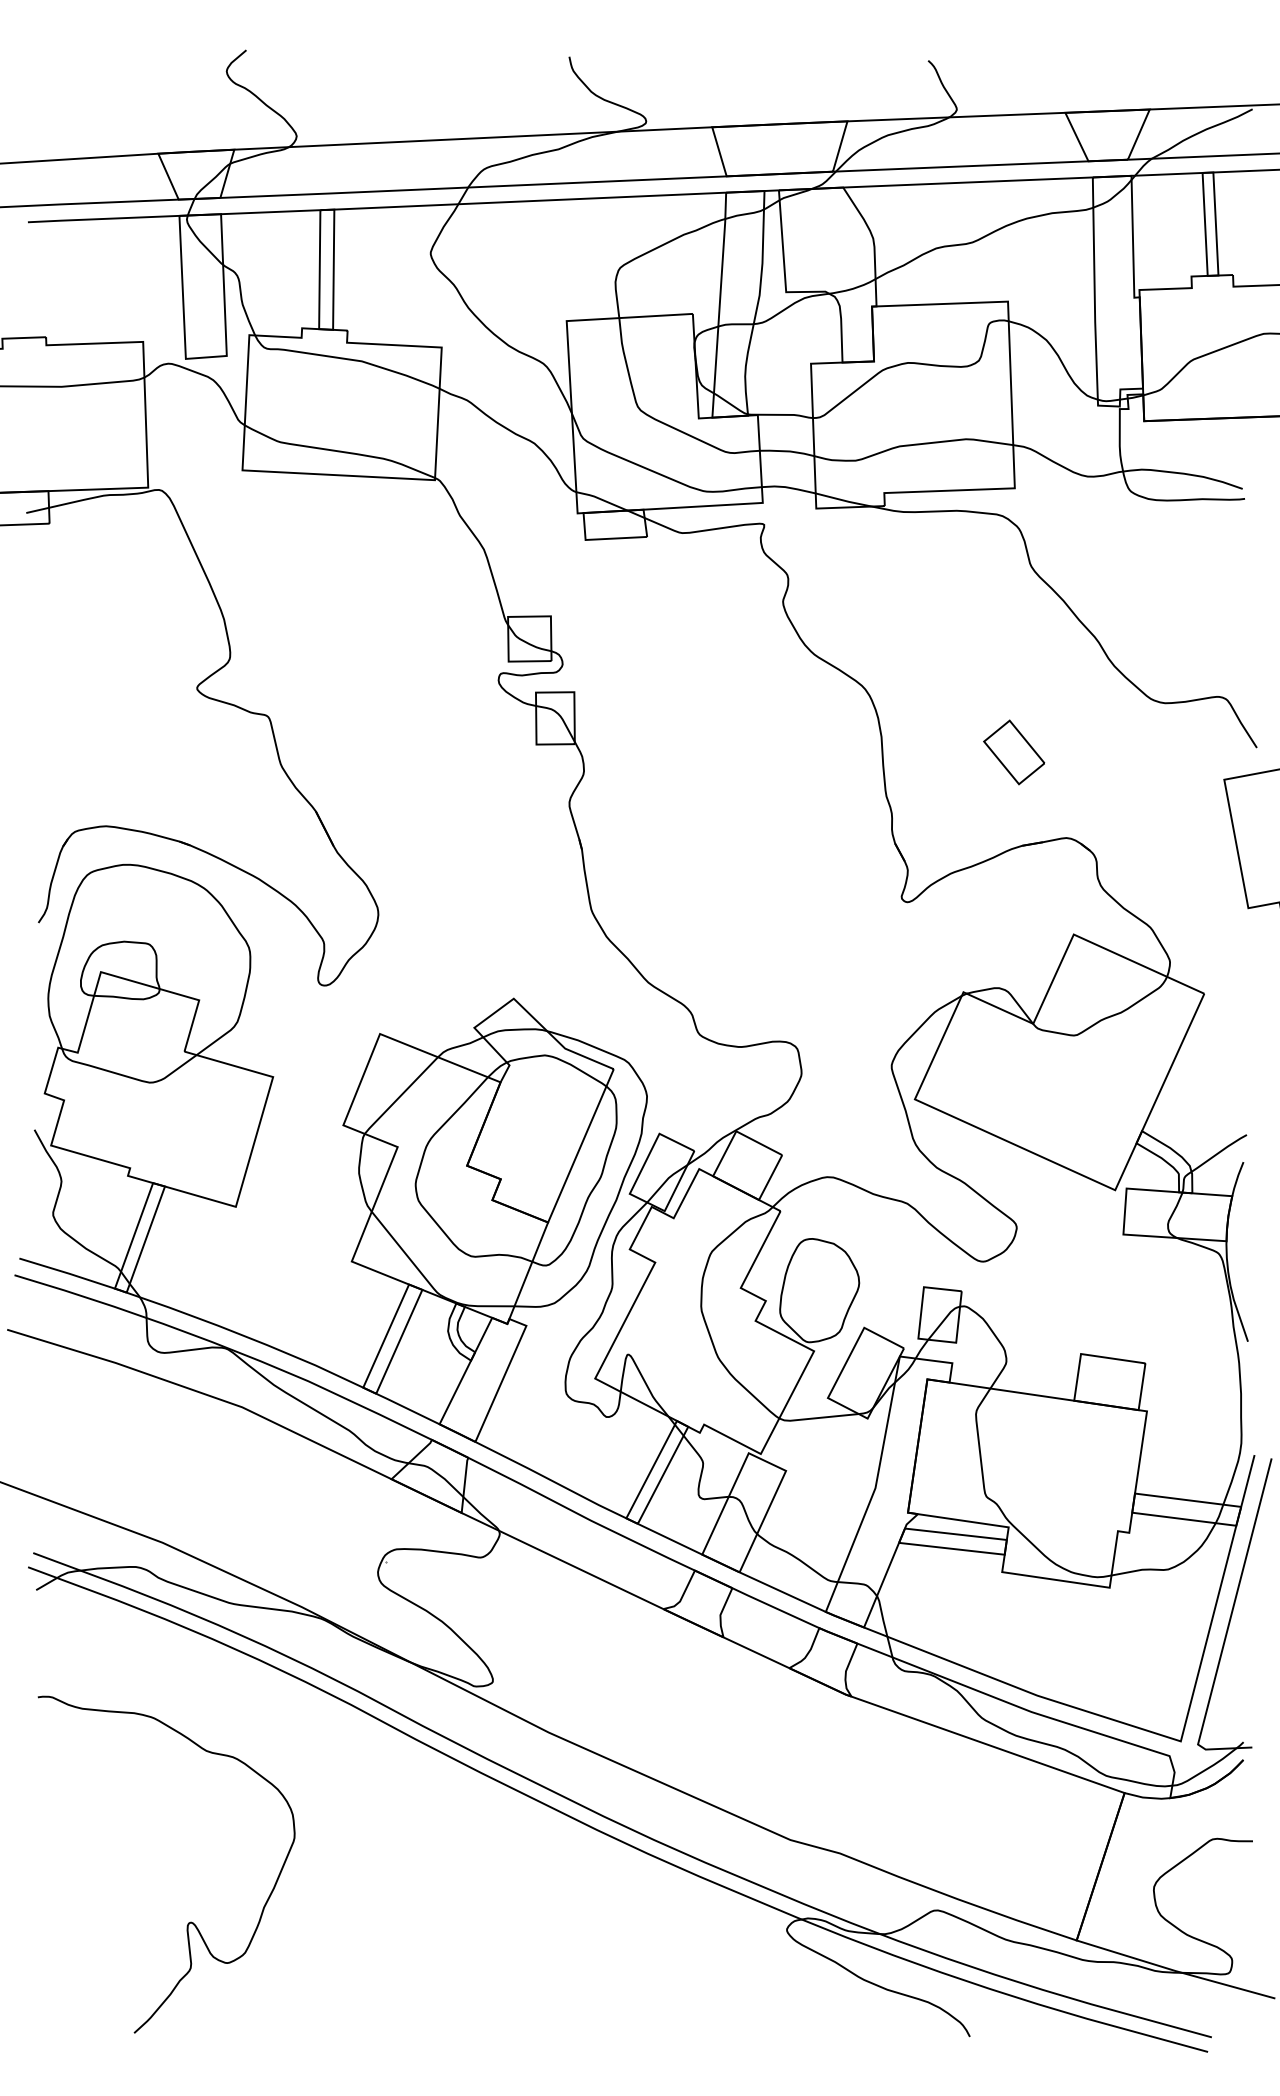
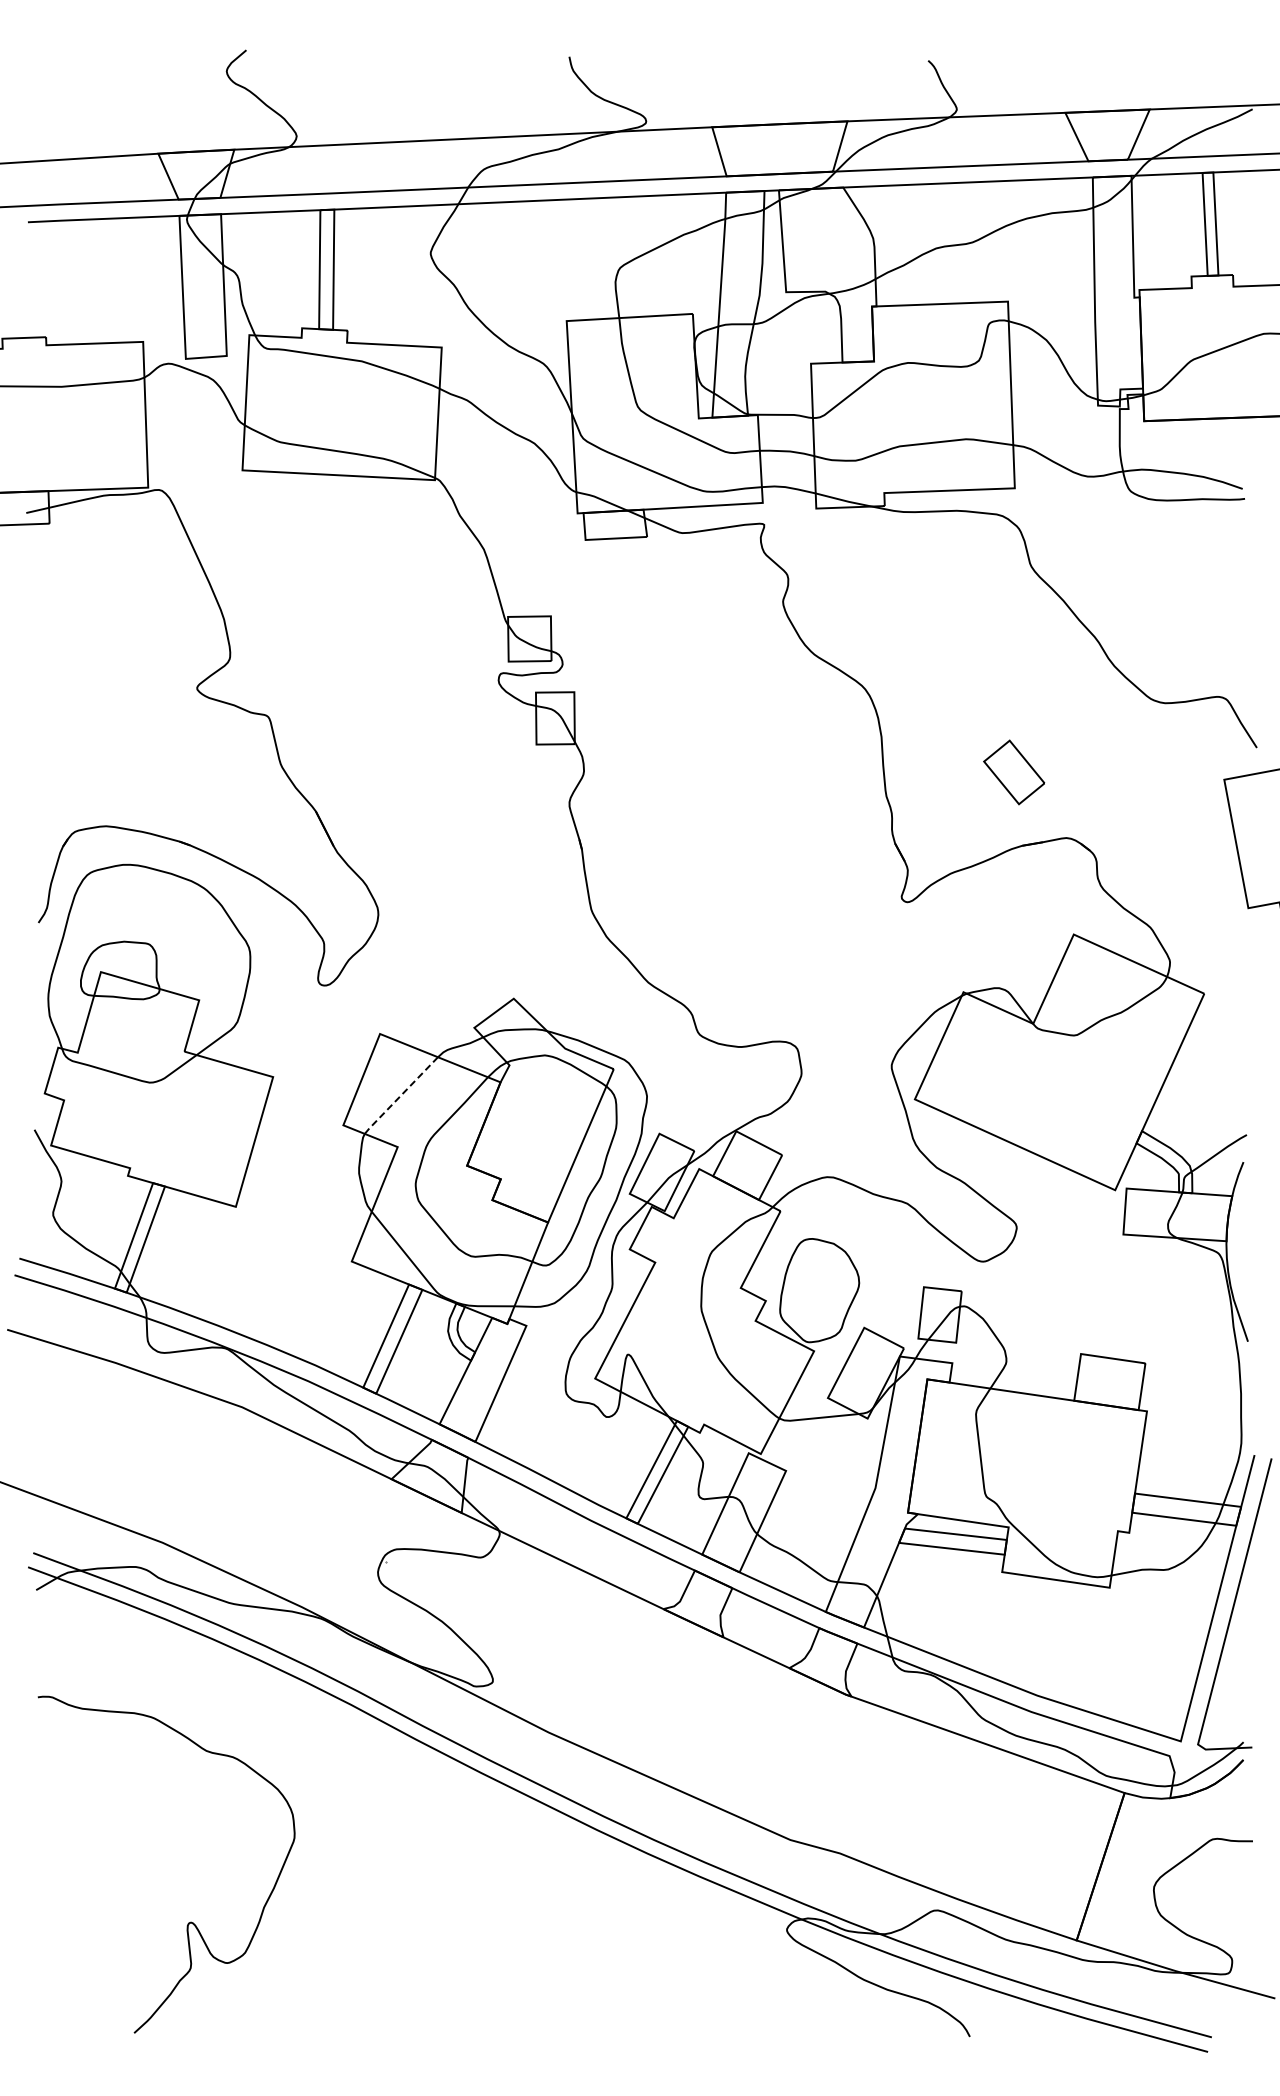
part at (1014, 752) position: (1014, 752) -> (1014, 772)
line at (400, 1095): solid -> dashed
